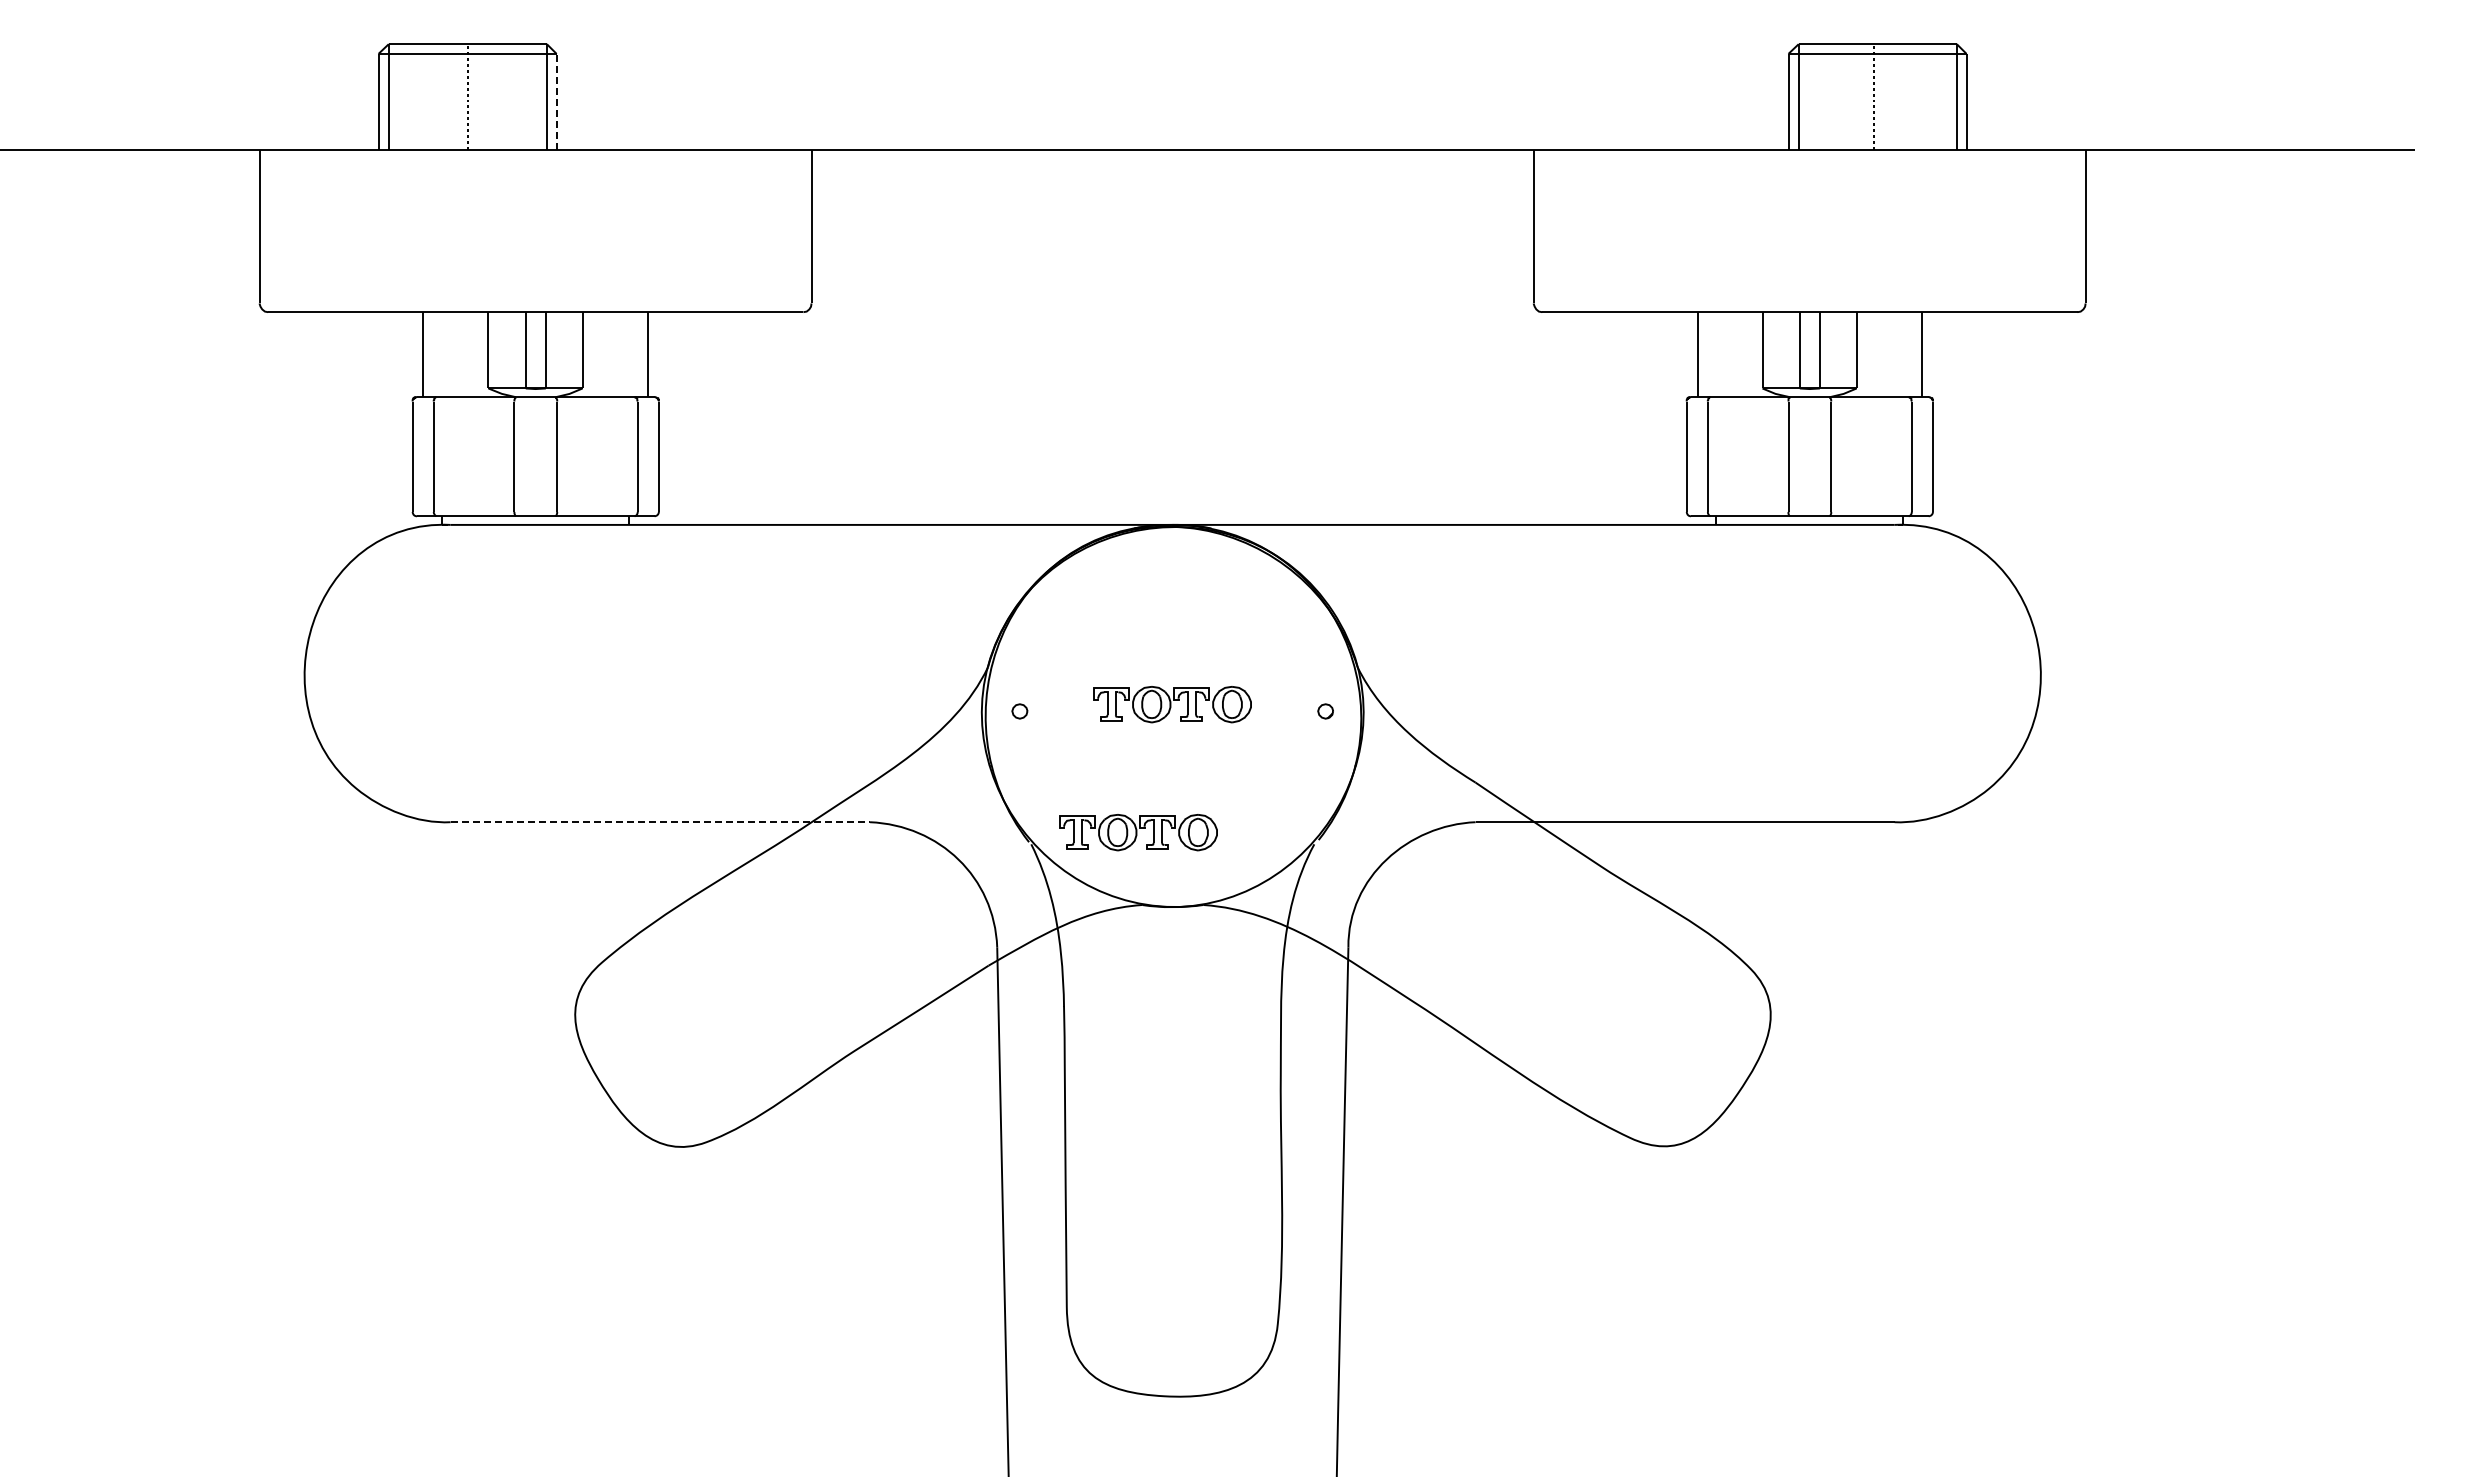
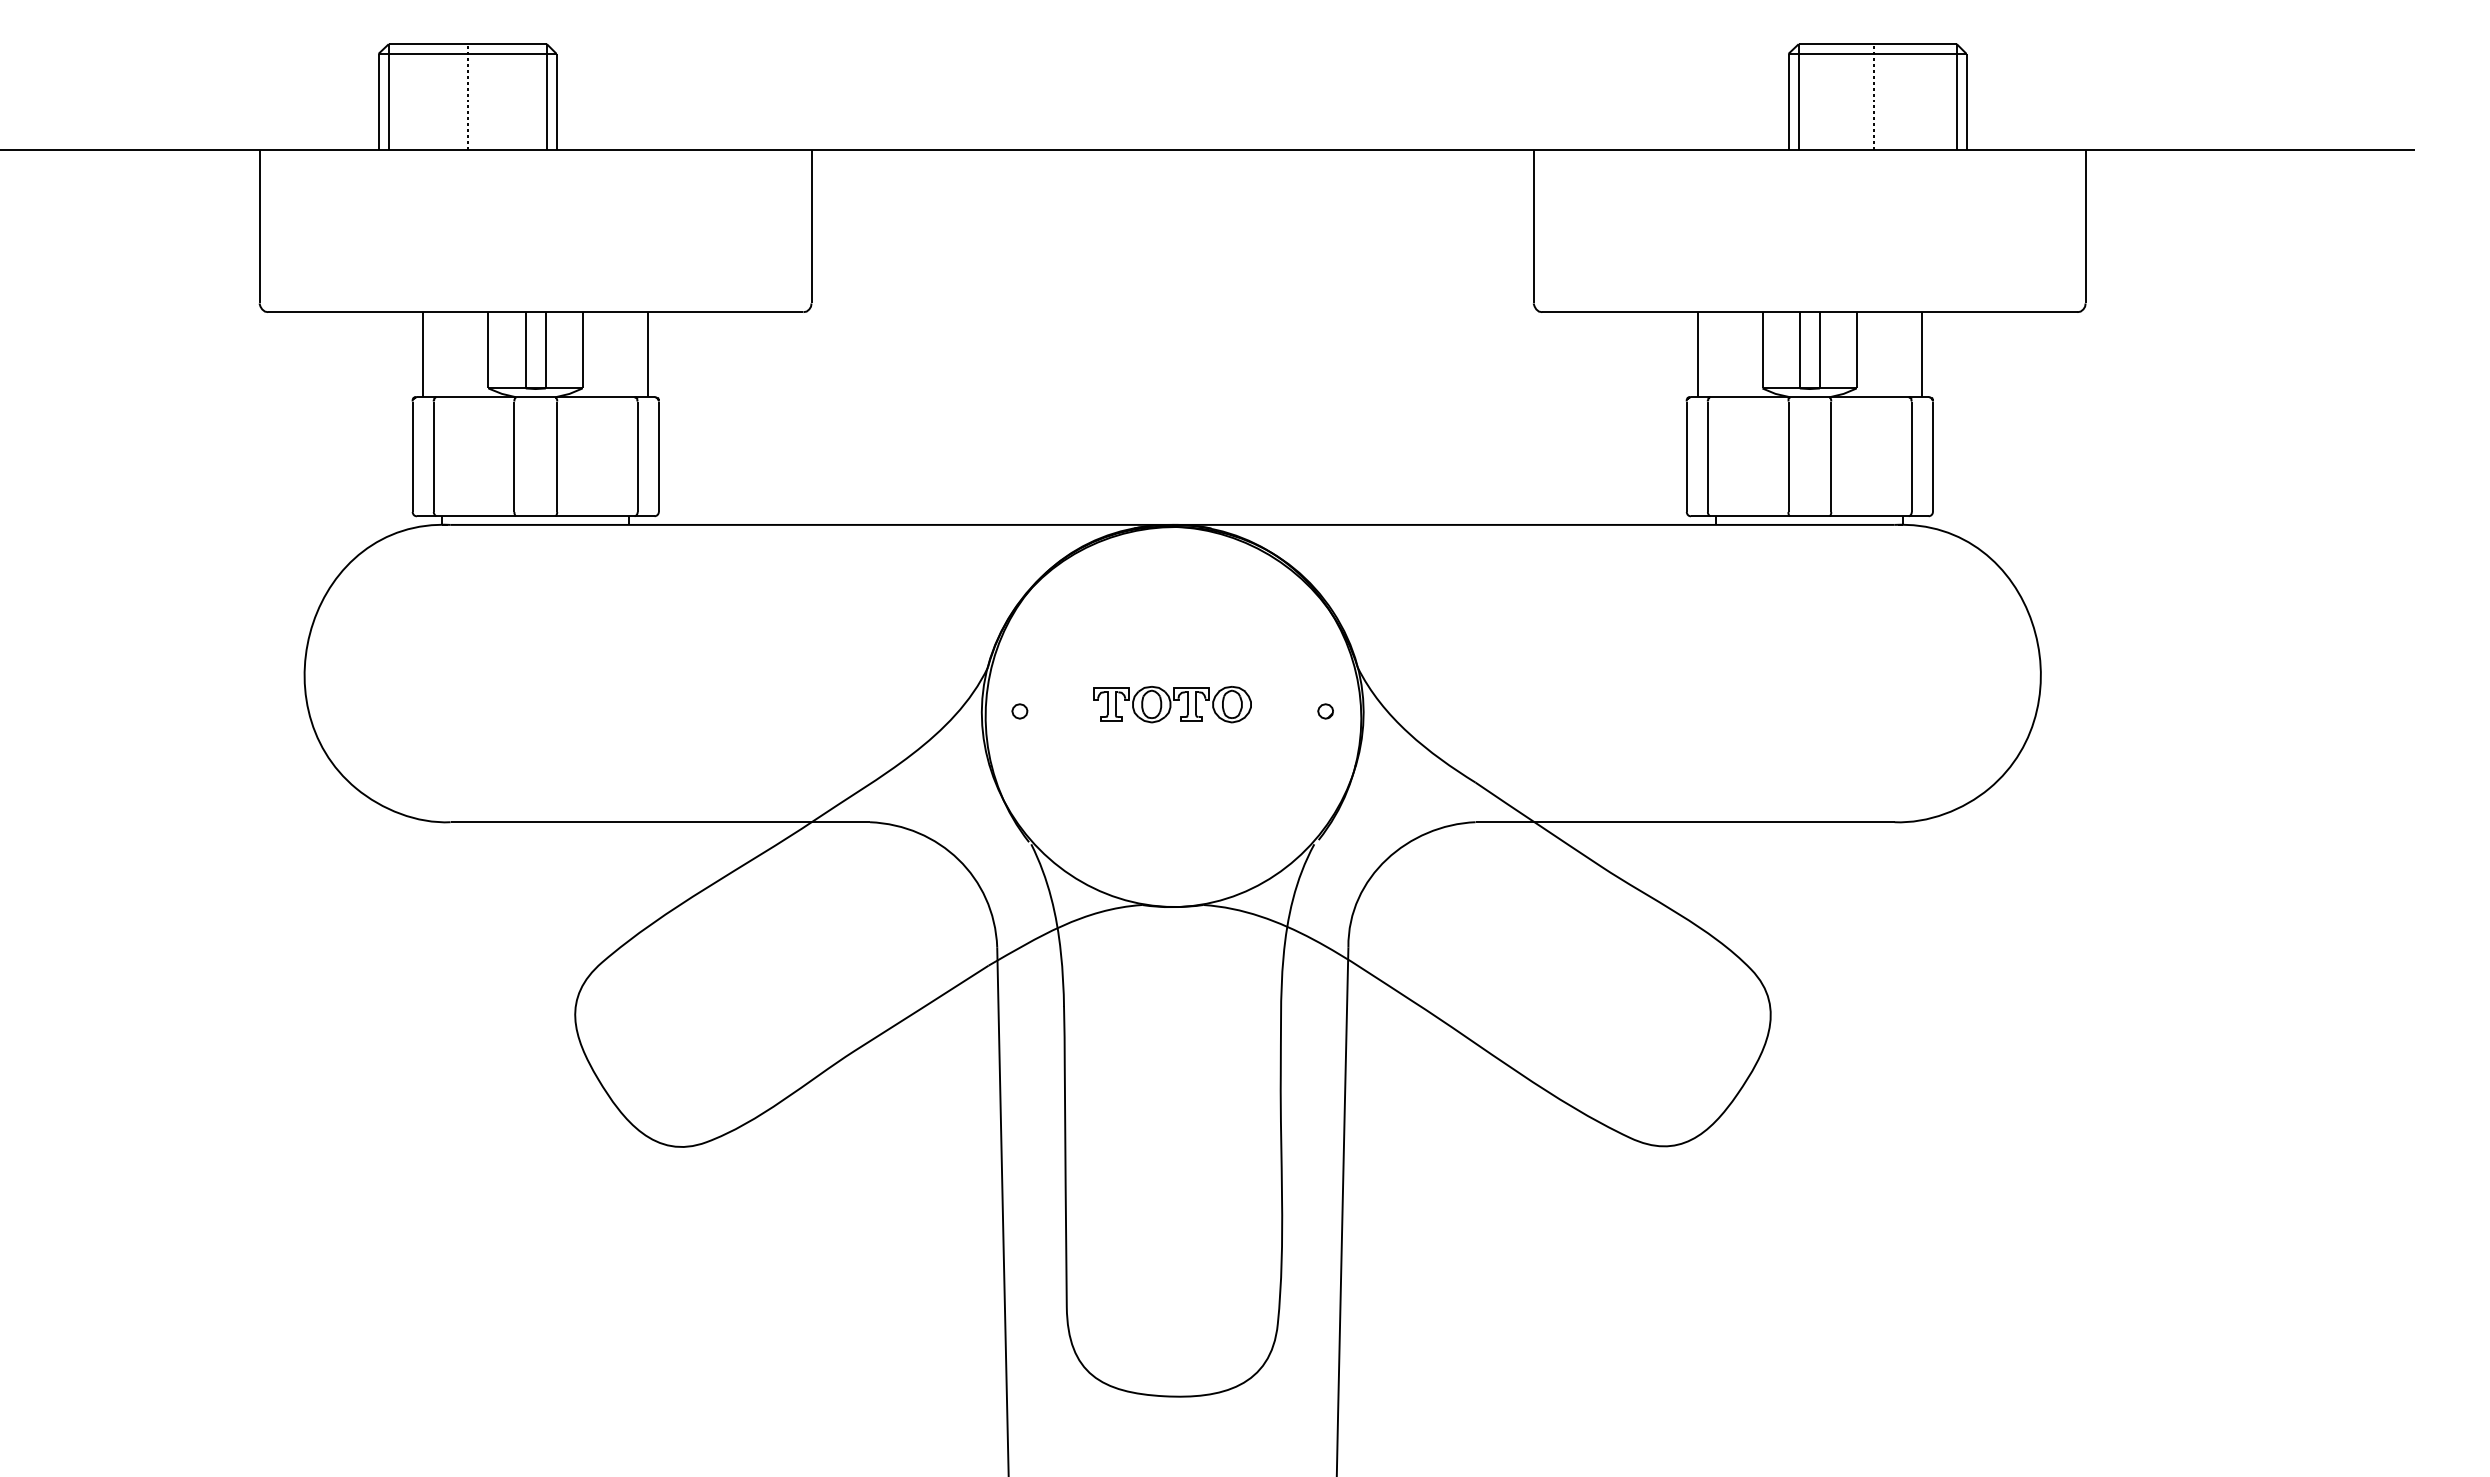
line at (556, 101): dashed -> solid
line at (660, 822): dashed -> solid
part at (1138, 832): present -> none
